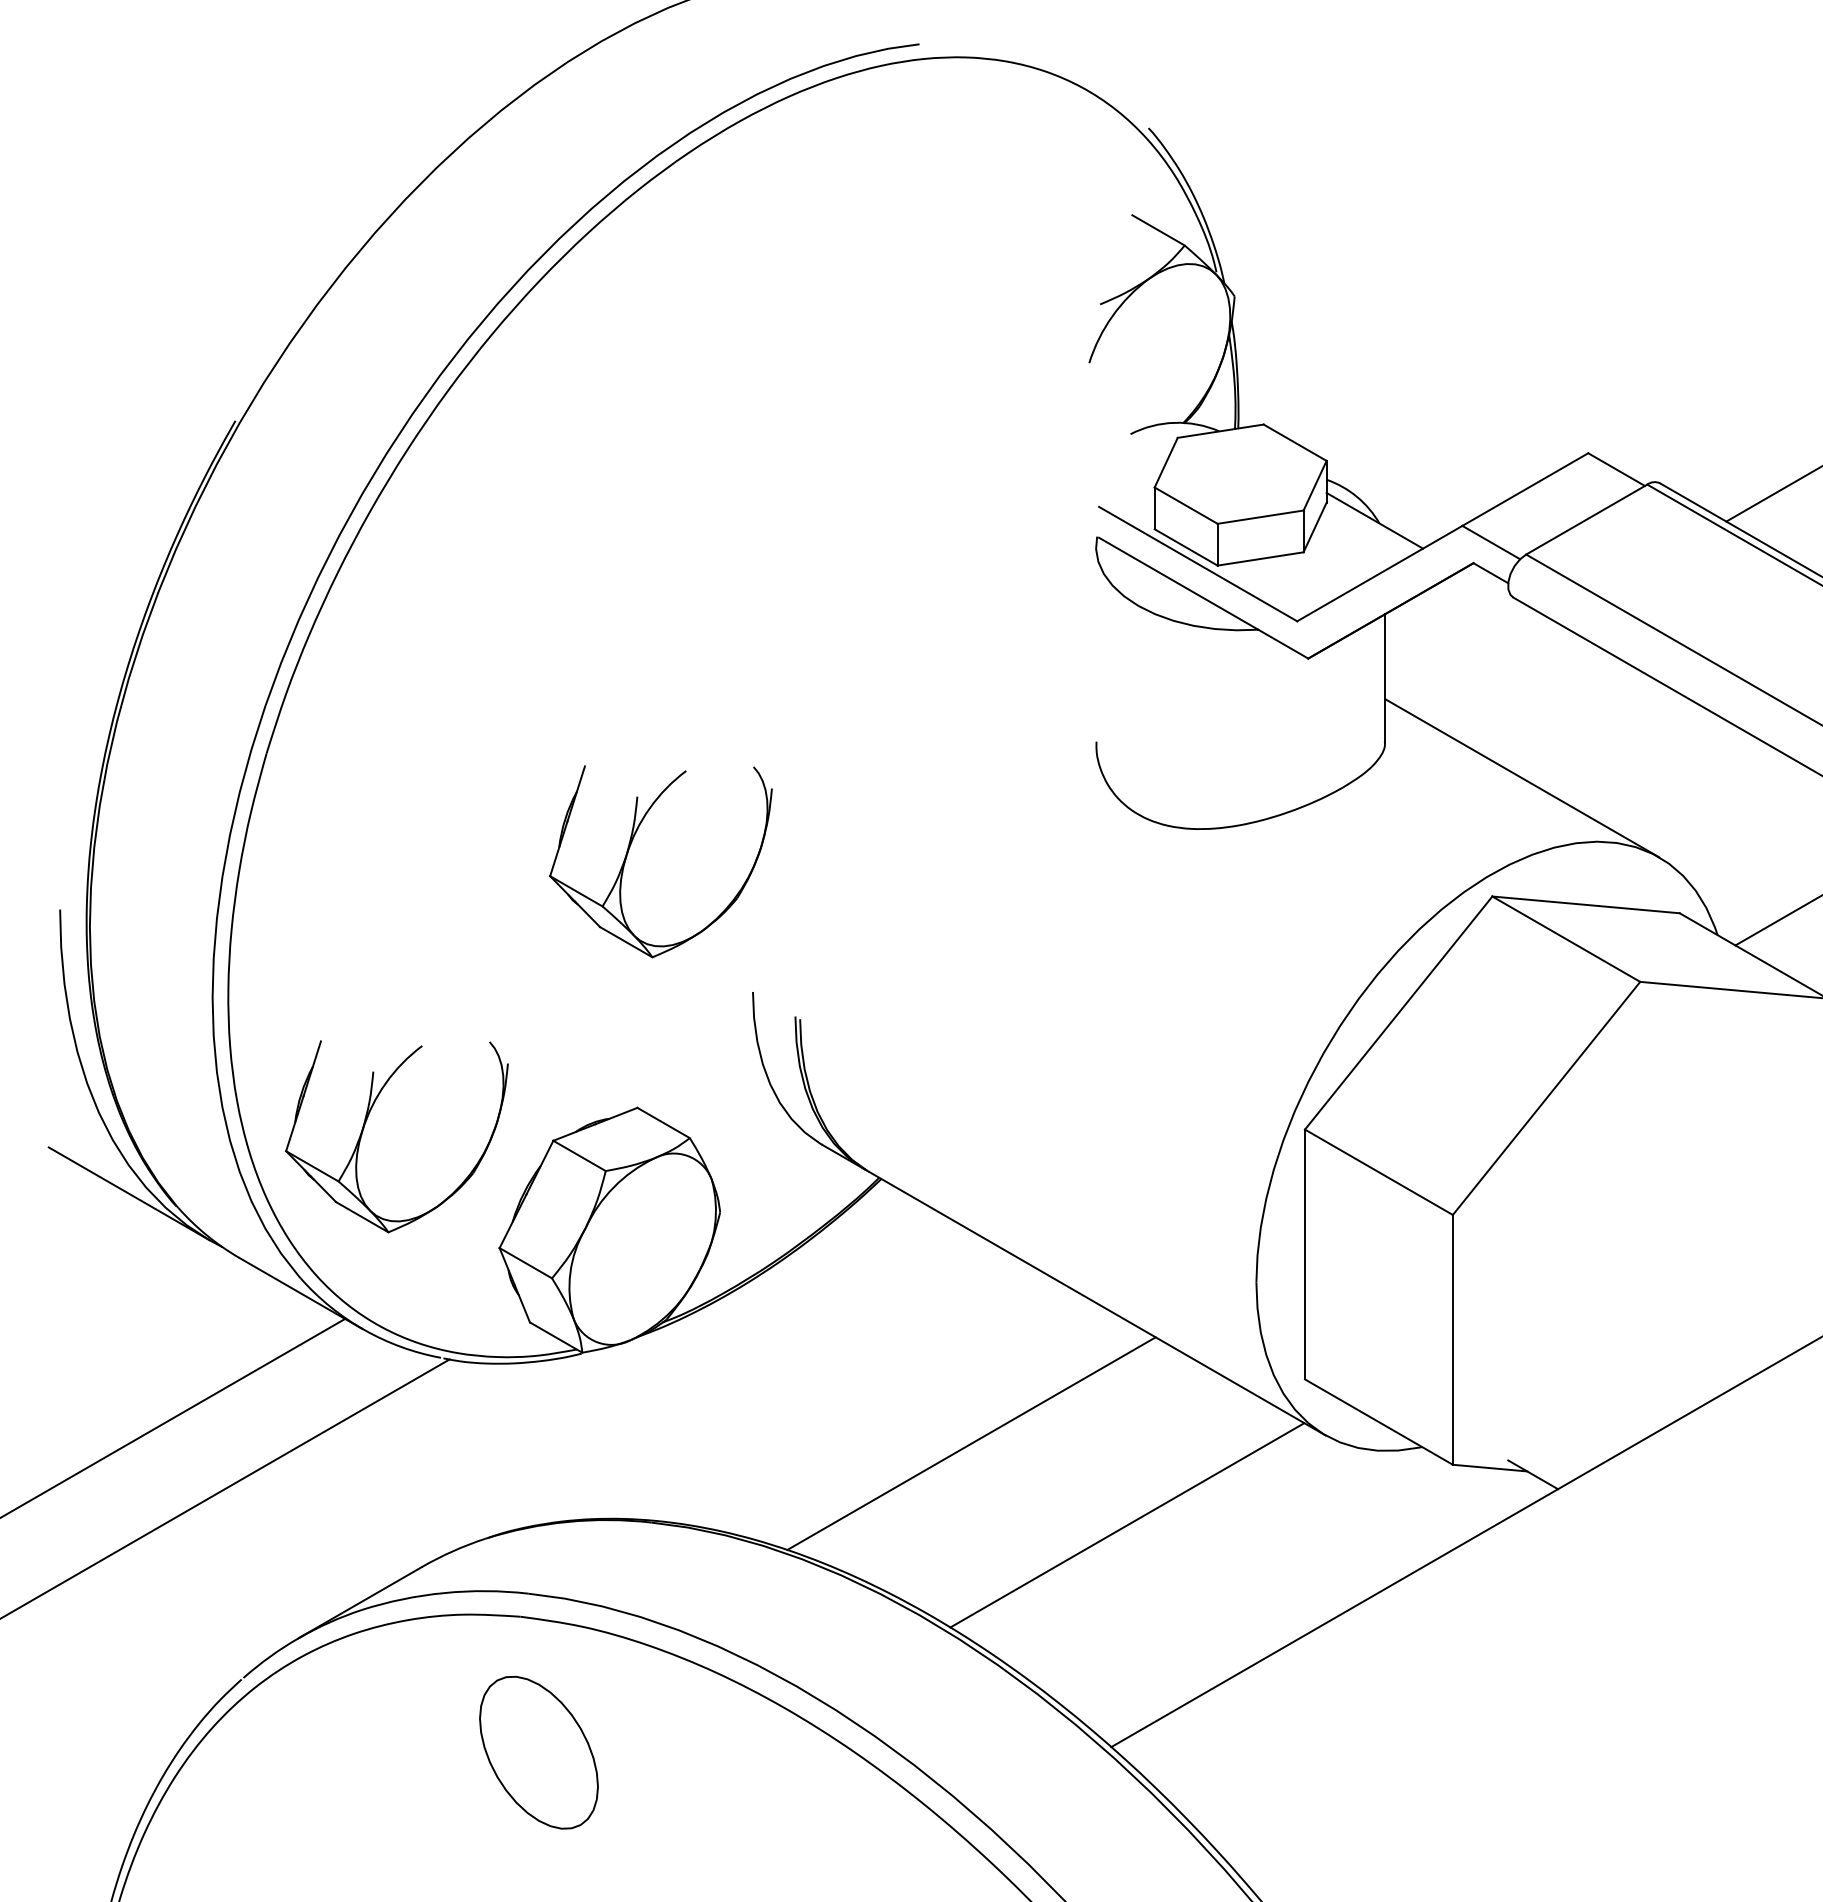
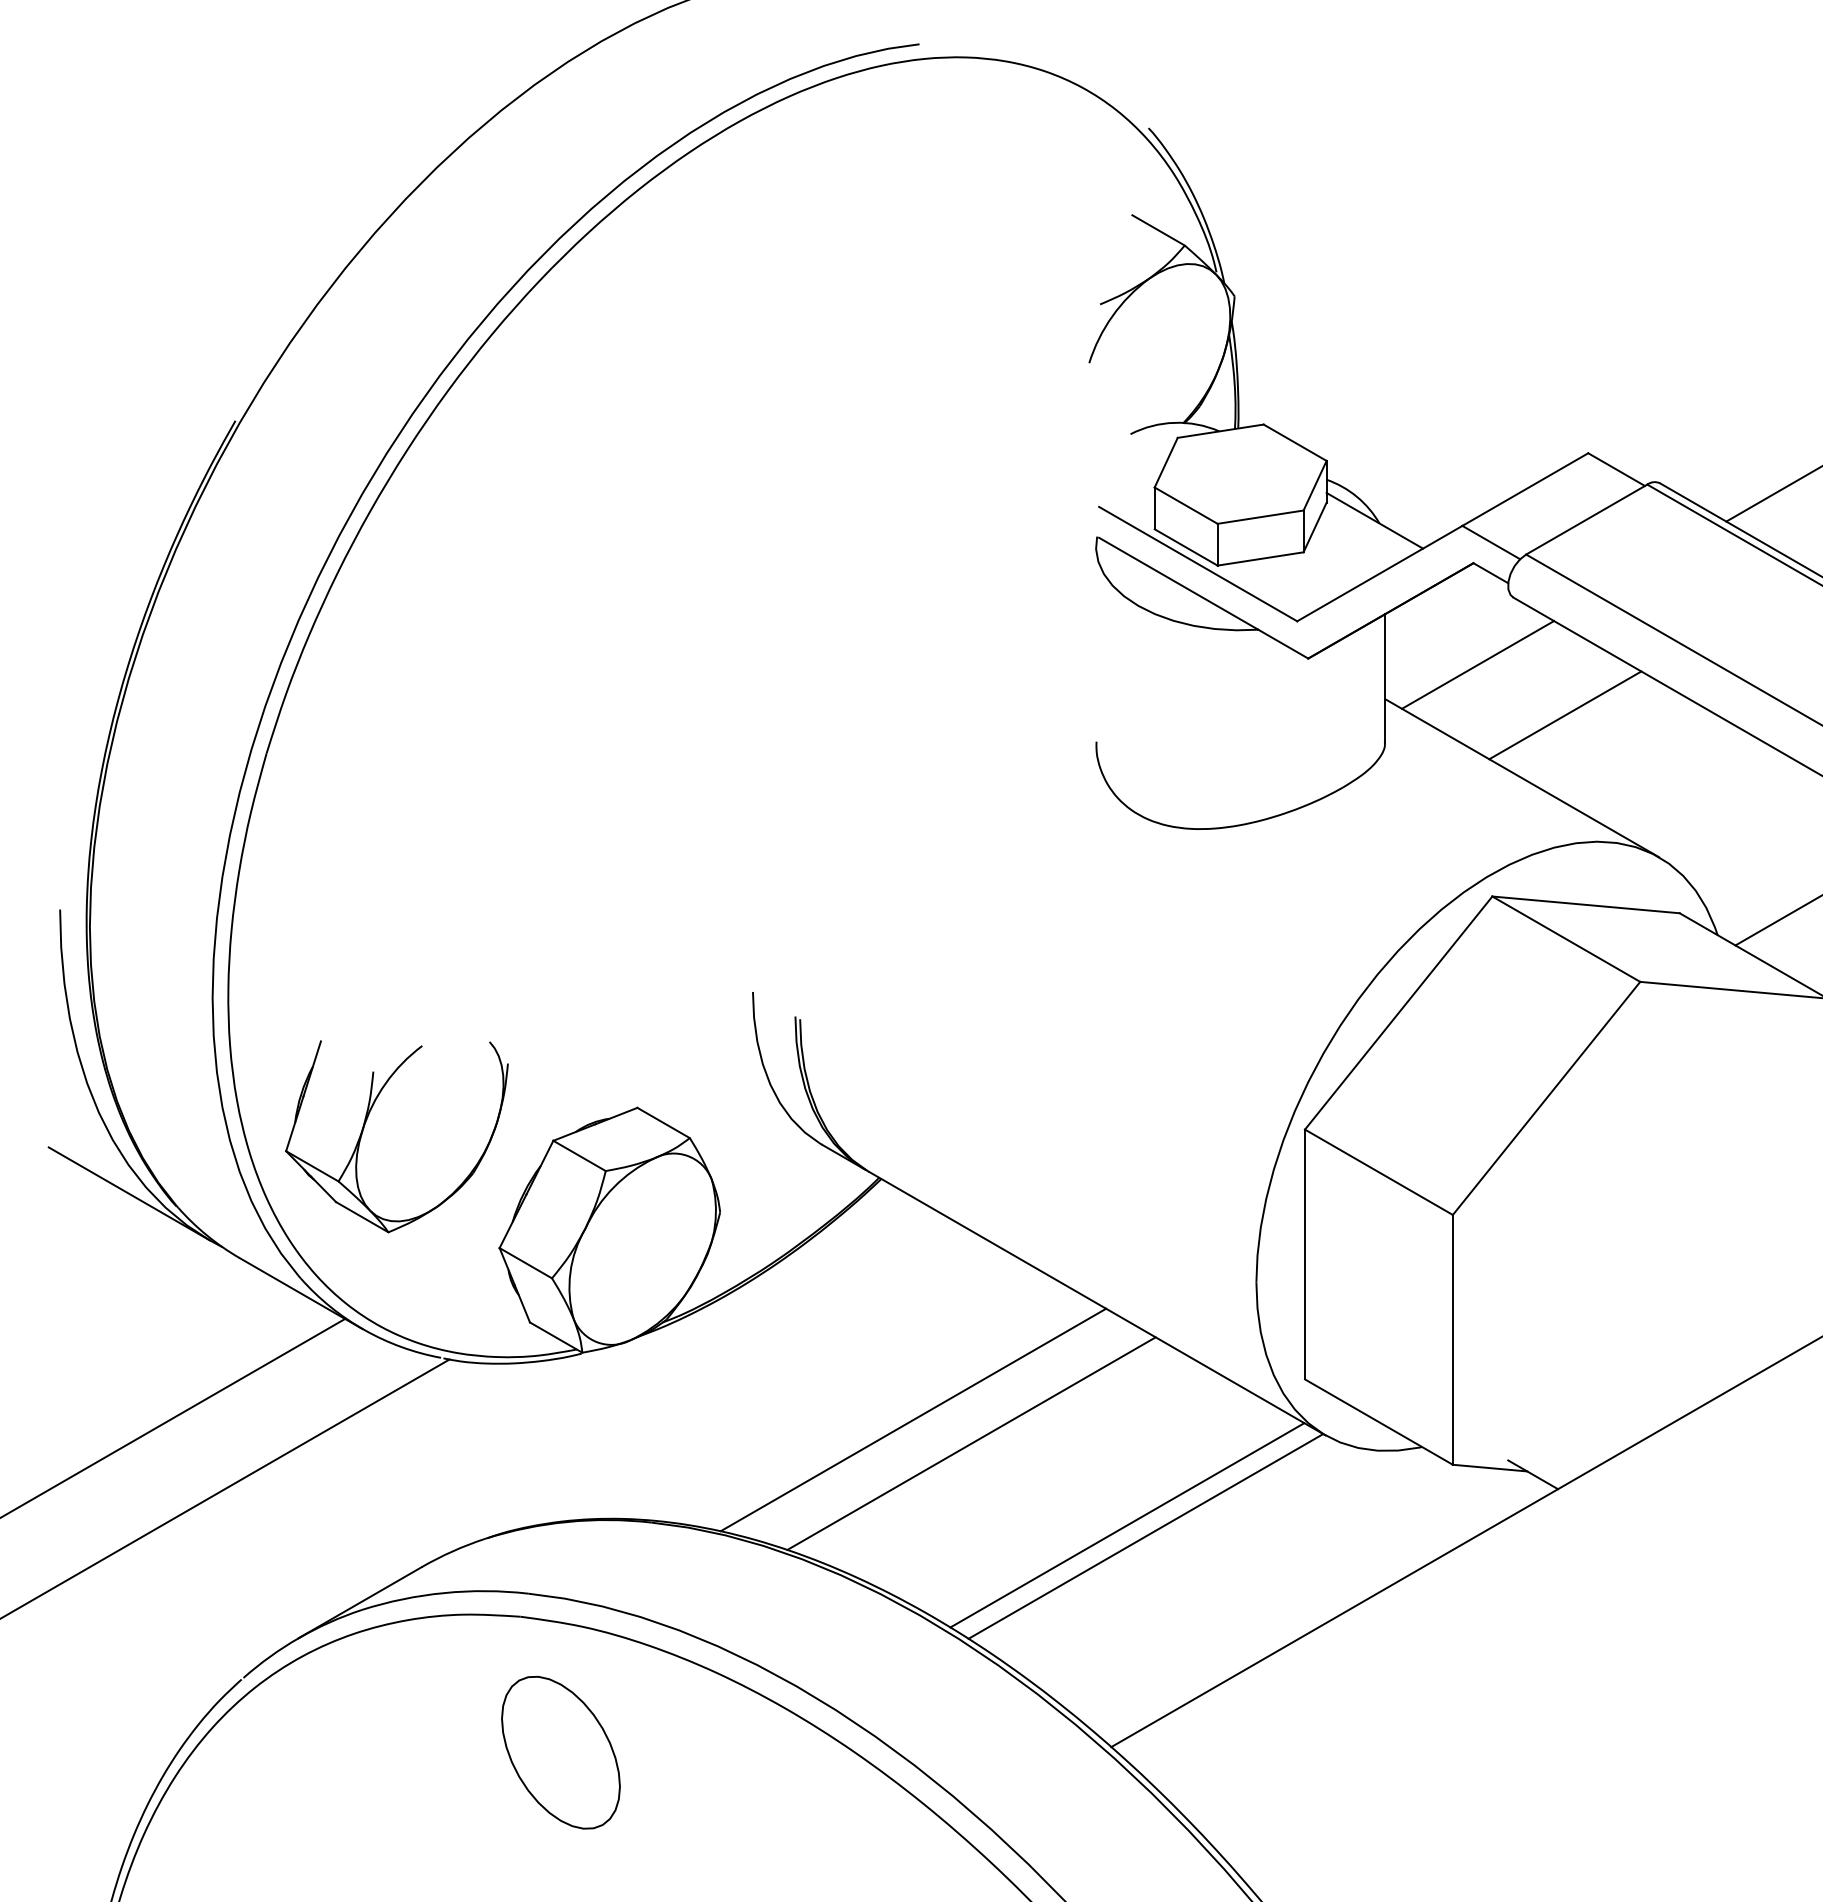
line at (1478, 664): none -> present
line at (1565, 715): none -> present
part at (629, 850): present -> none
line at (913, 1419): none -> present
line at (1145, 1536): none -> present
part at (538, 1752) position: (538, 1752) -> (560, 1752)
